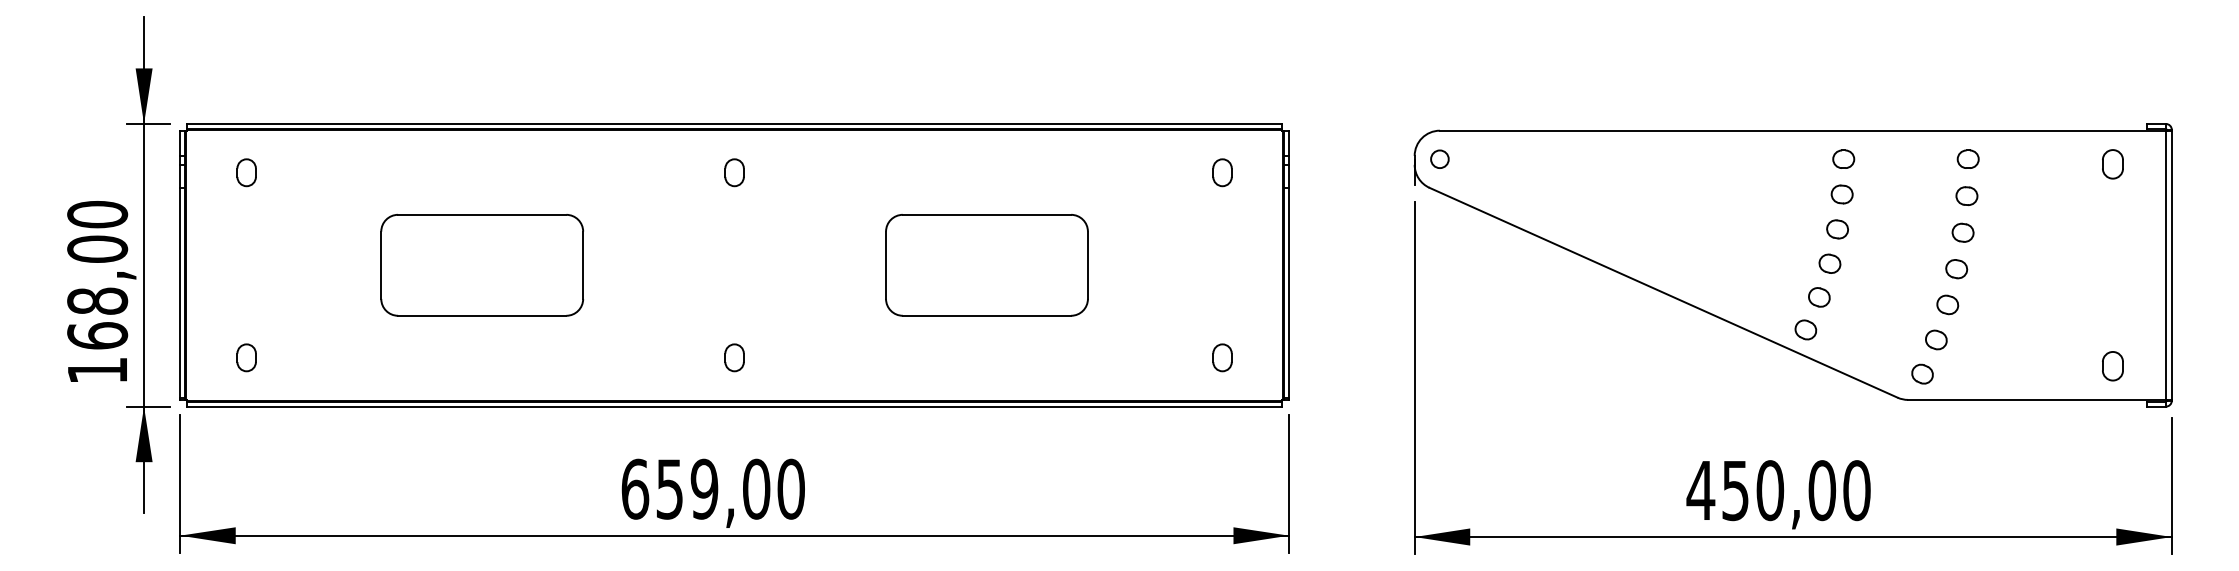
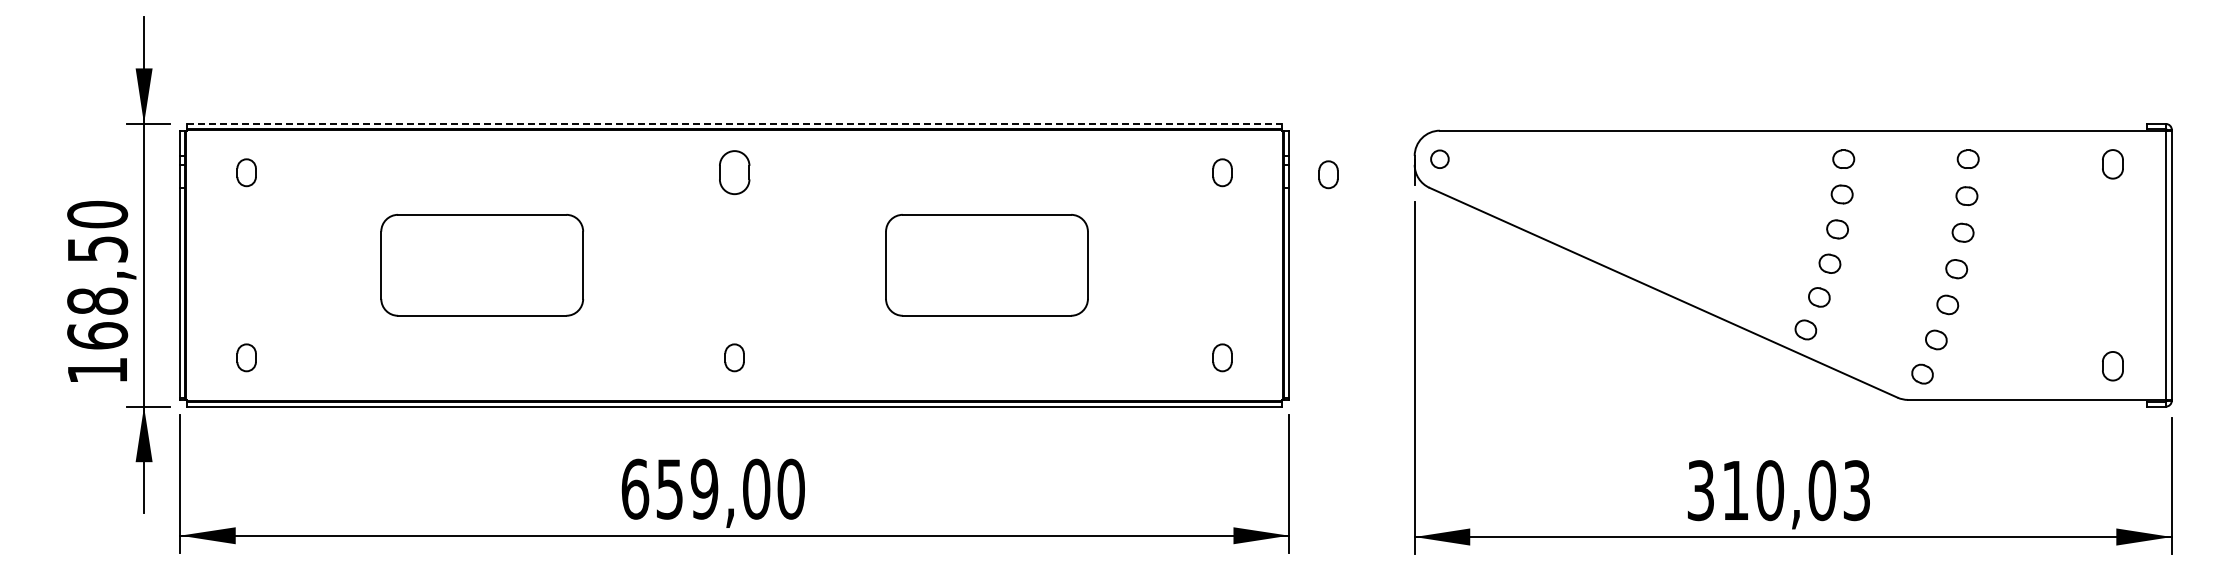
line at (734, 123): solid -> dashed
part at (734, 172) size: 21x30 px -> 32x46 px
part at (1328, 174): none -> present
text at (97, 248): 168,00 -> 168,50
text at (1778, 490): 450,00 -> 310,03
